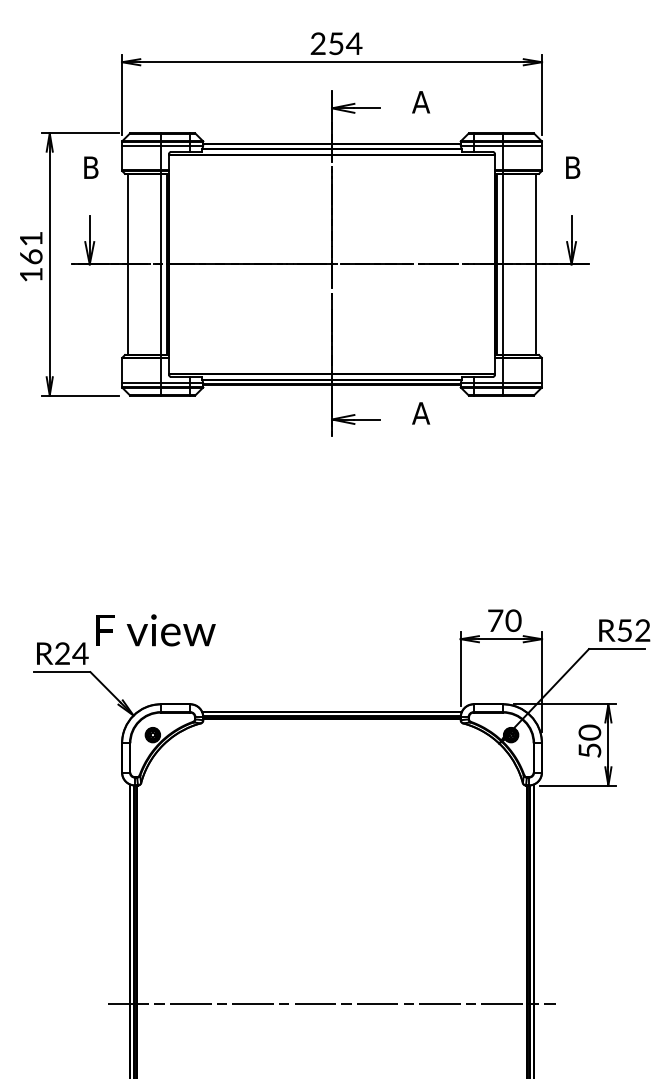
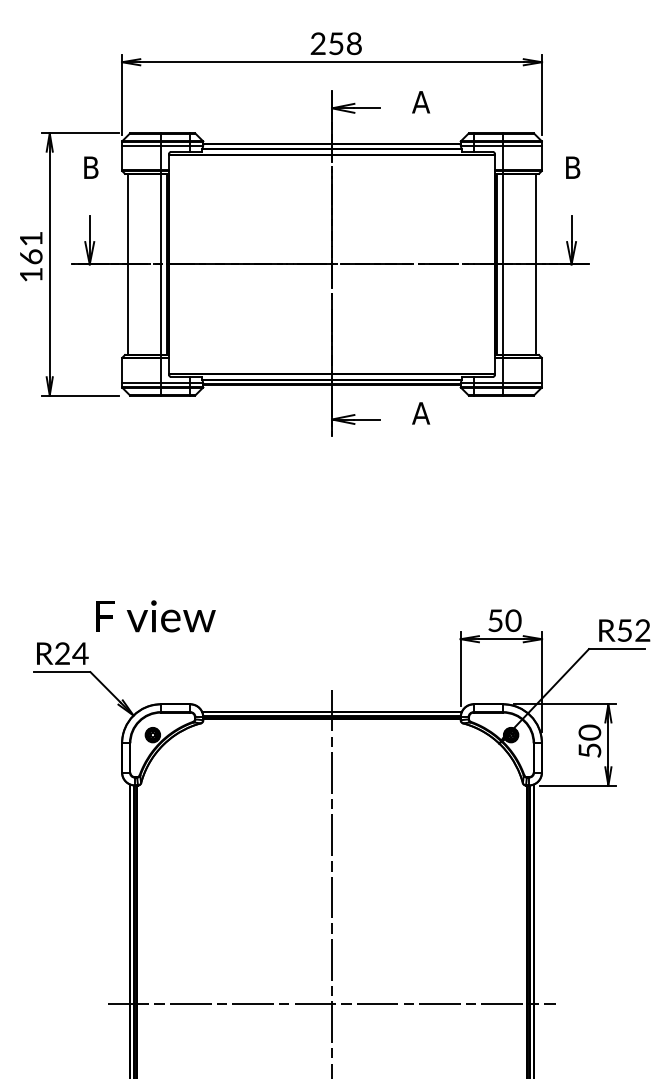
text at (353, 43): 254 -> 258
text at (495, 620): 70 -> 50
text at (155, 630) position: (155, 630) -> (155, 616)
line at (332, 882): none -> present
